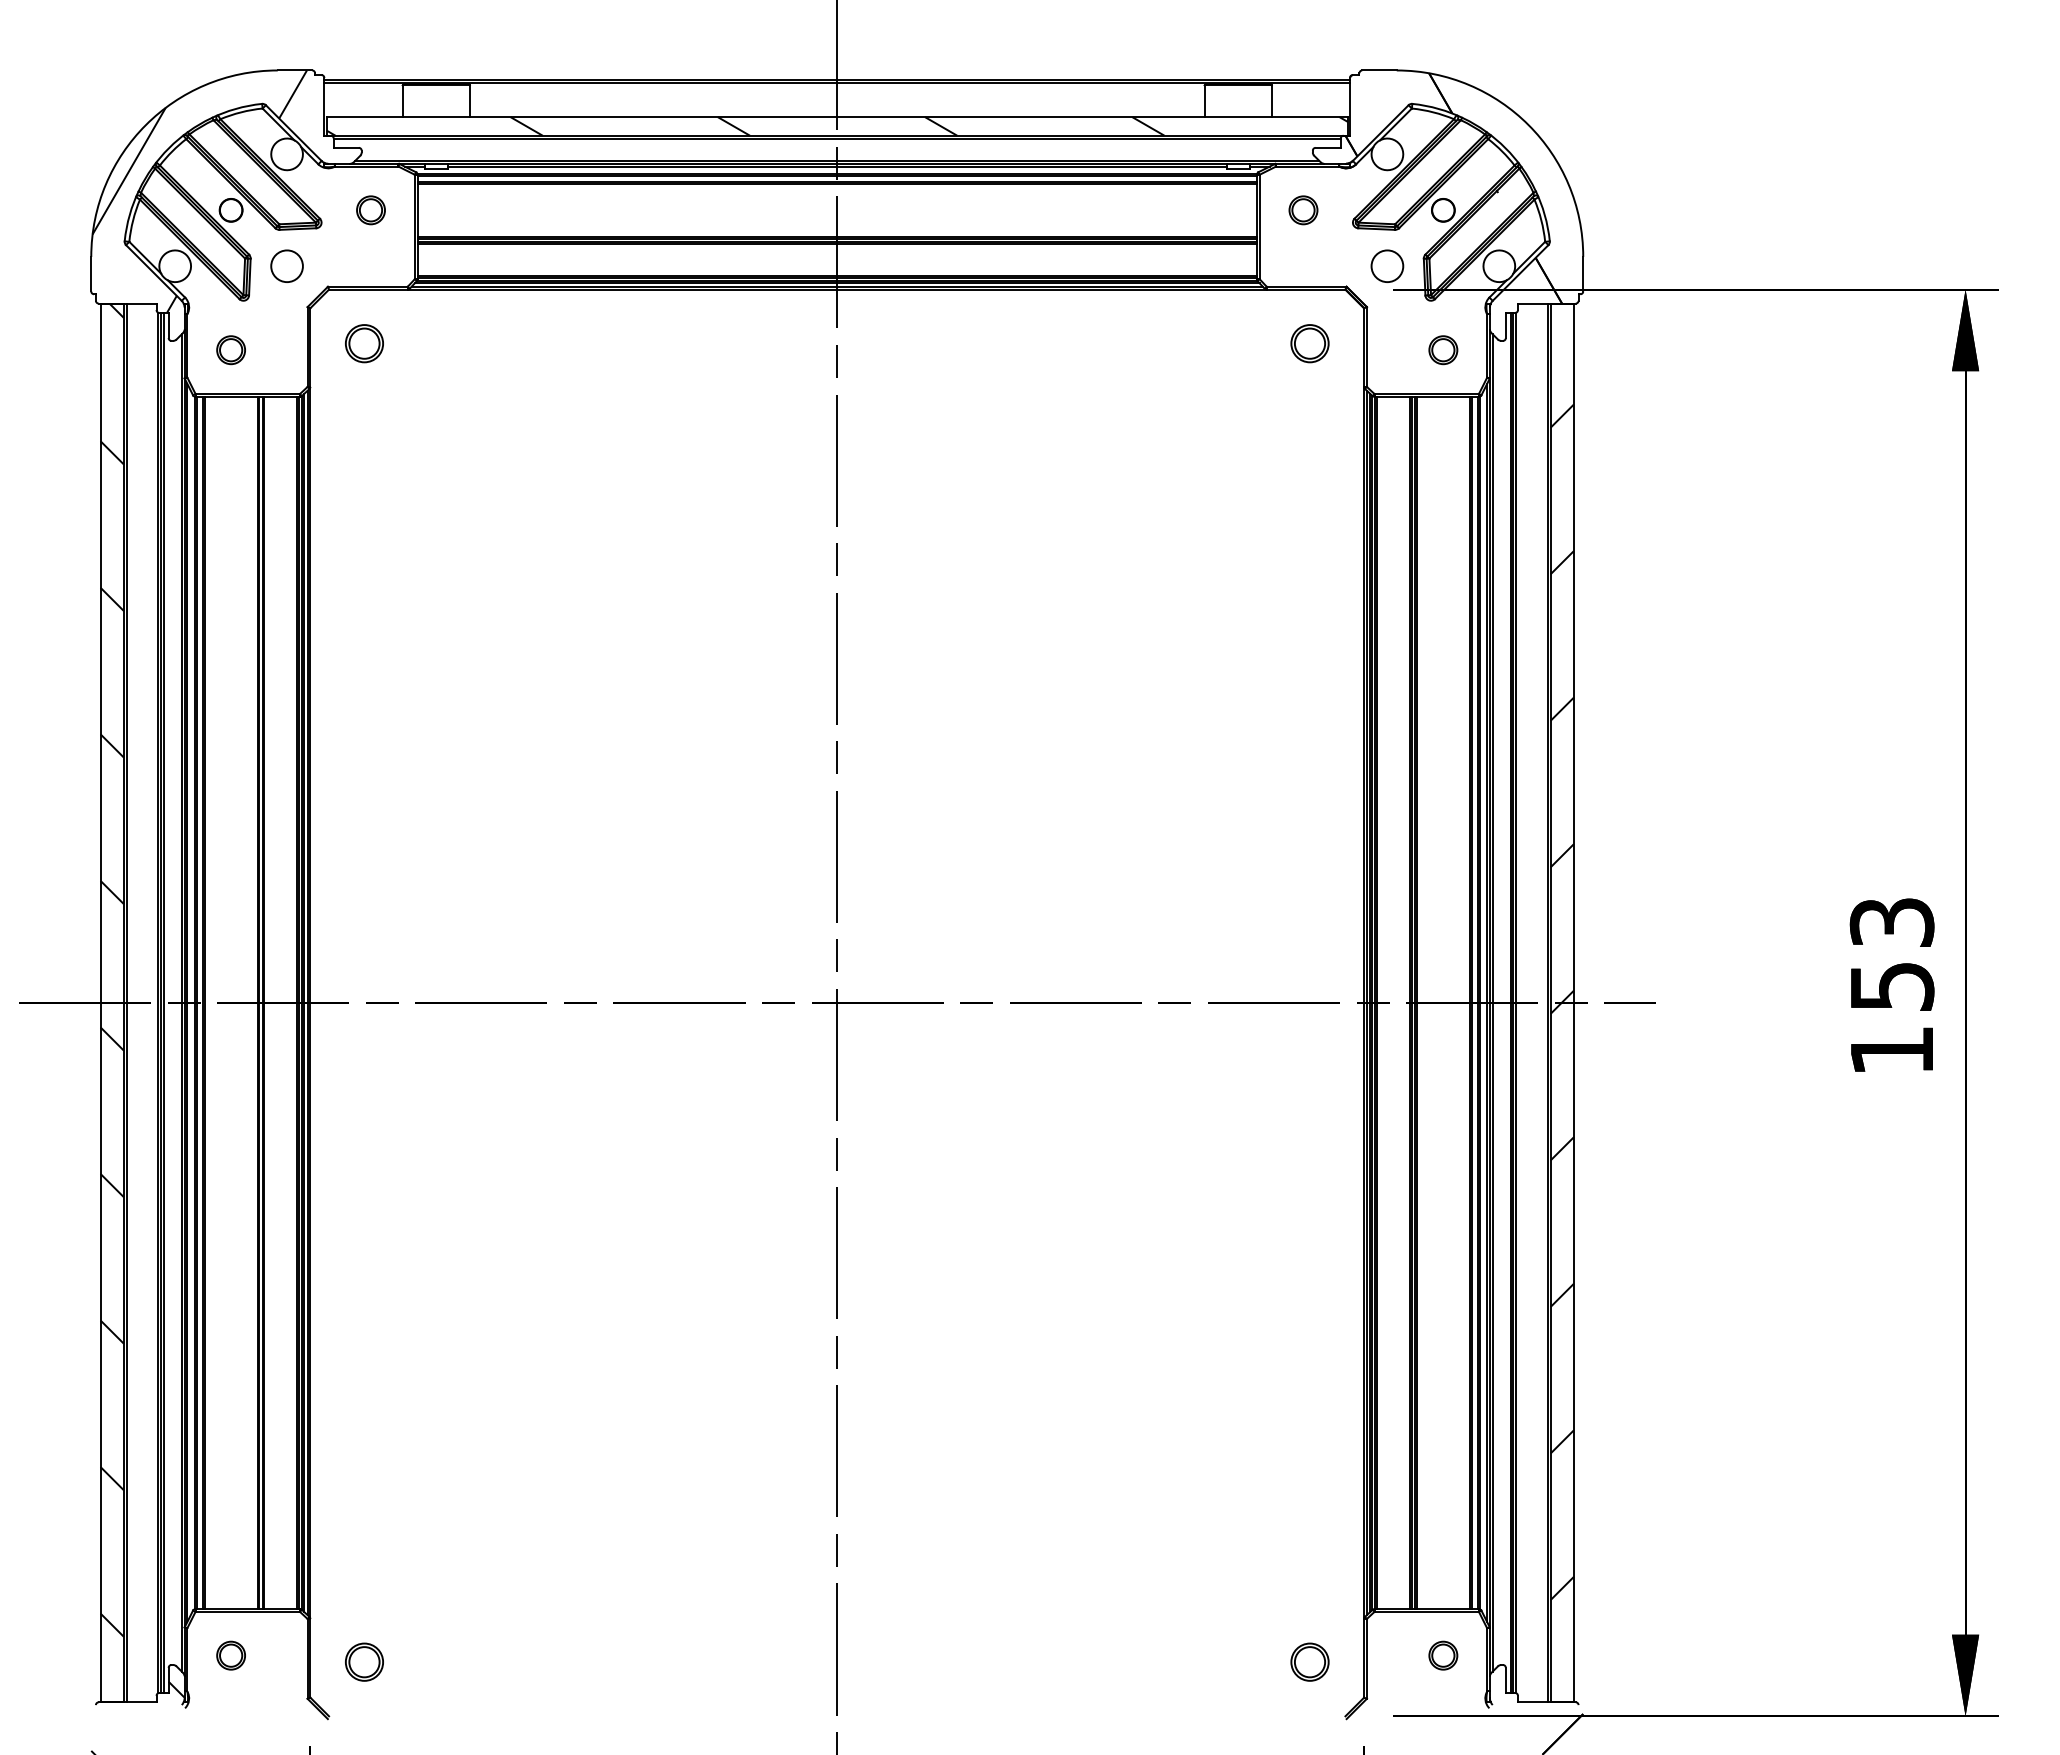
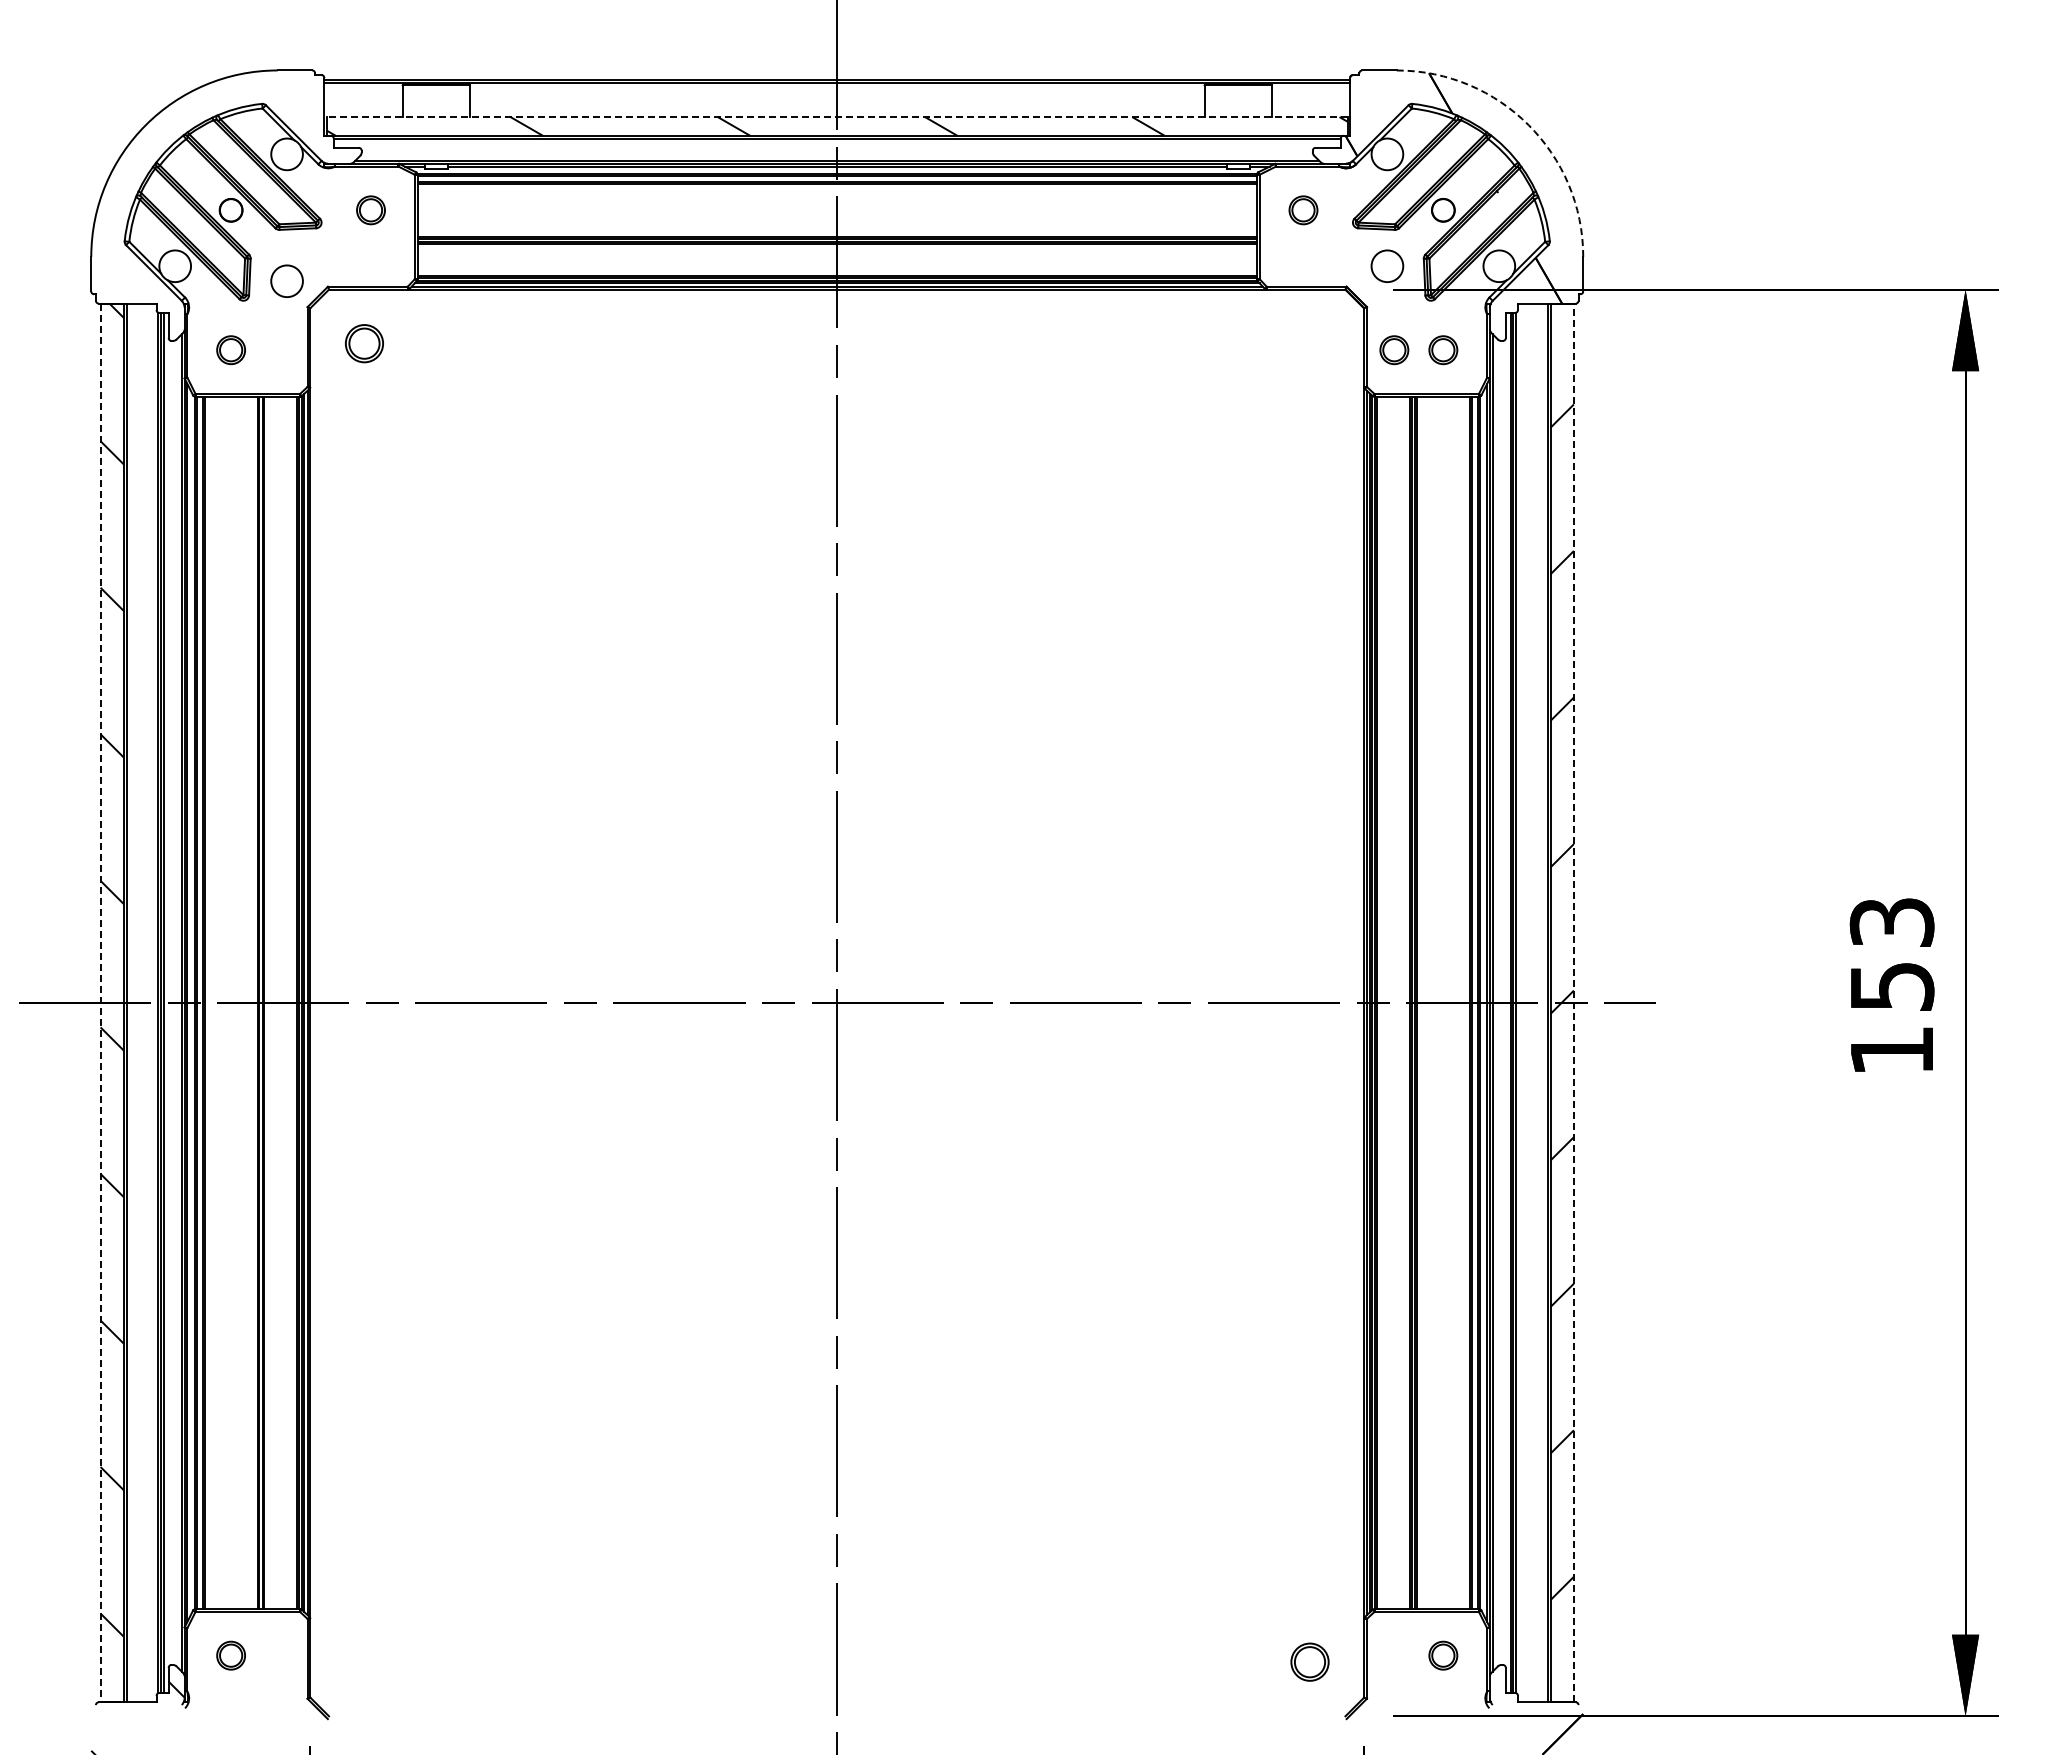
line at (837, 117): solid -> dashed
arc at (1528, 125): solid -> dashed
hatch at (199, 191): present -> none
circle at (286, 265) position: (286, 265) -> (286, 280)
part at (1309, 343): present -> none
part at (1394, 350): none -> present
line at (1573, 1002): solid -> dashed
line at (100, 1003): solid -> dashed
part at (364, 1661): present -> none
